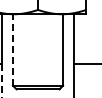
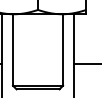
line at (13, 50): dashed -> solid
line at (2, 81): dashed -> solid
